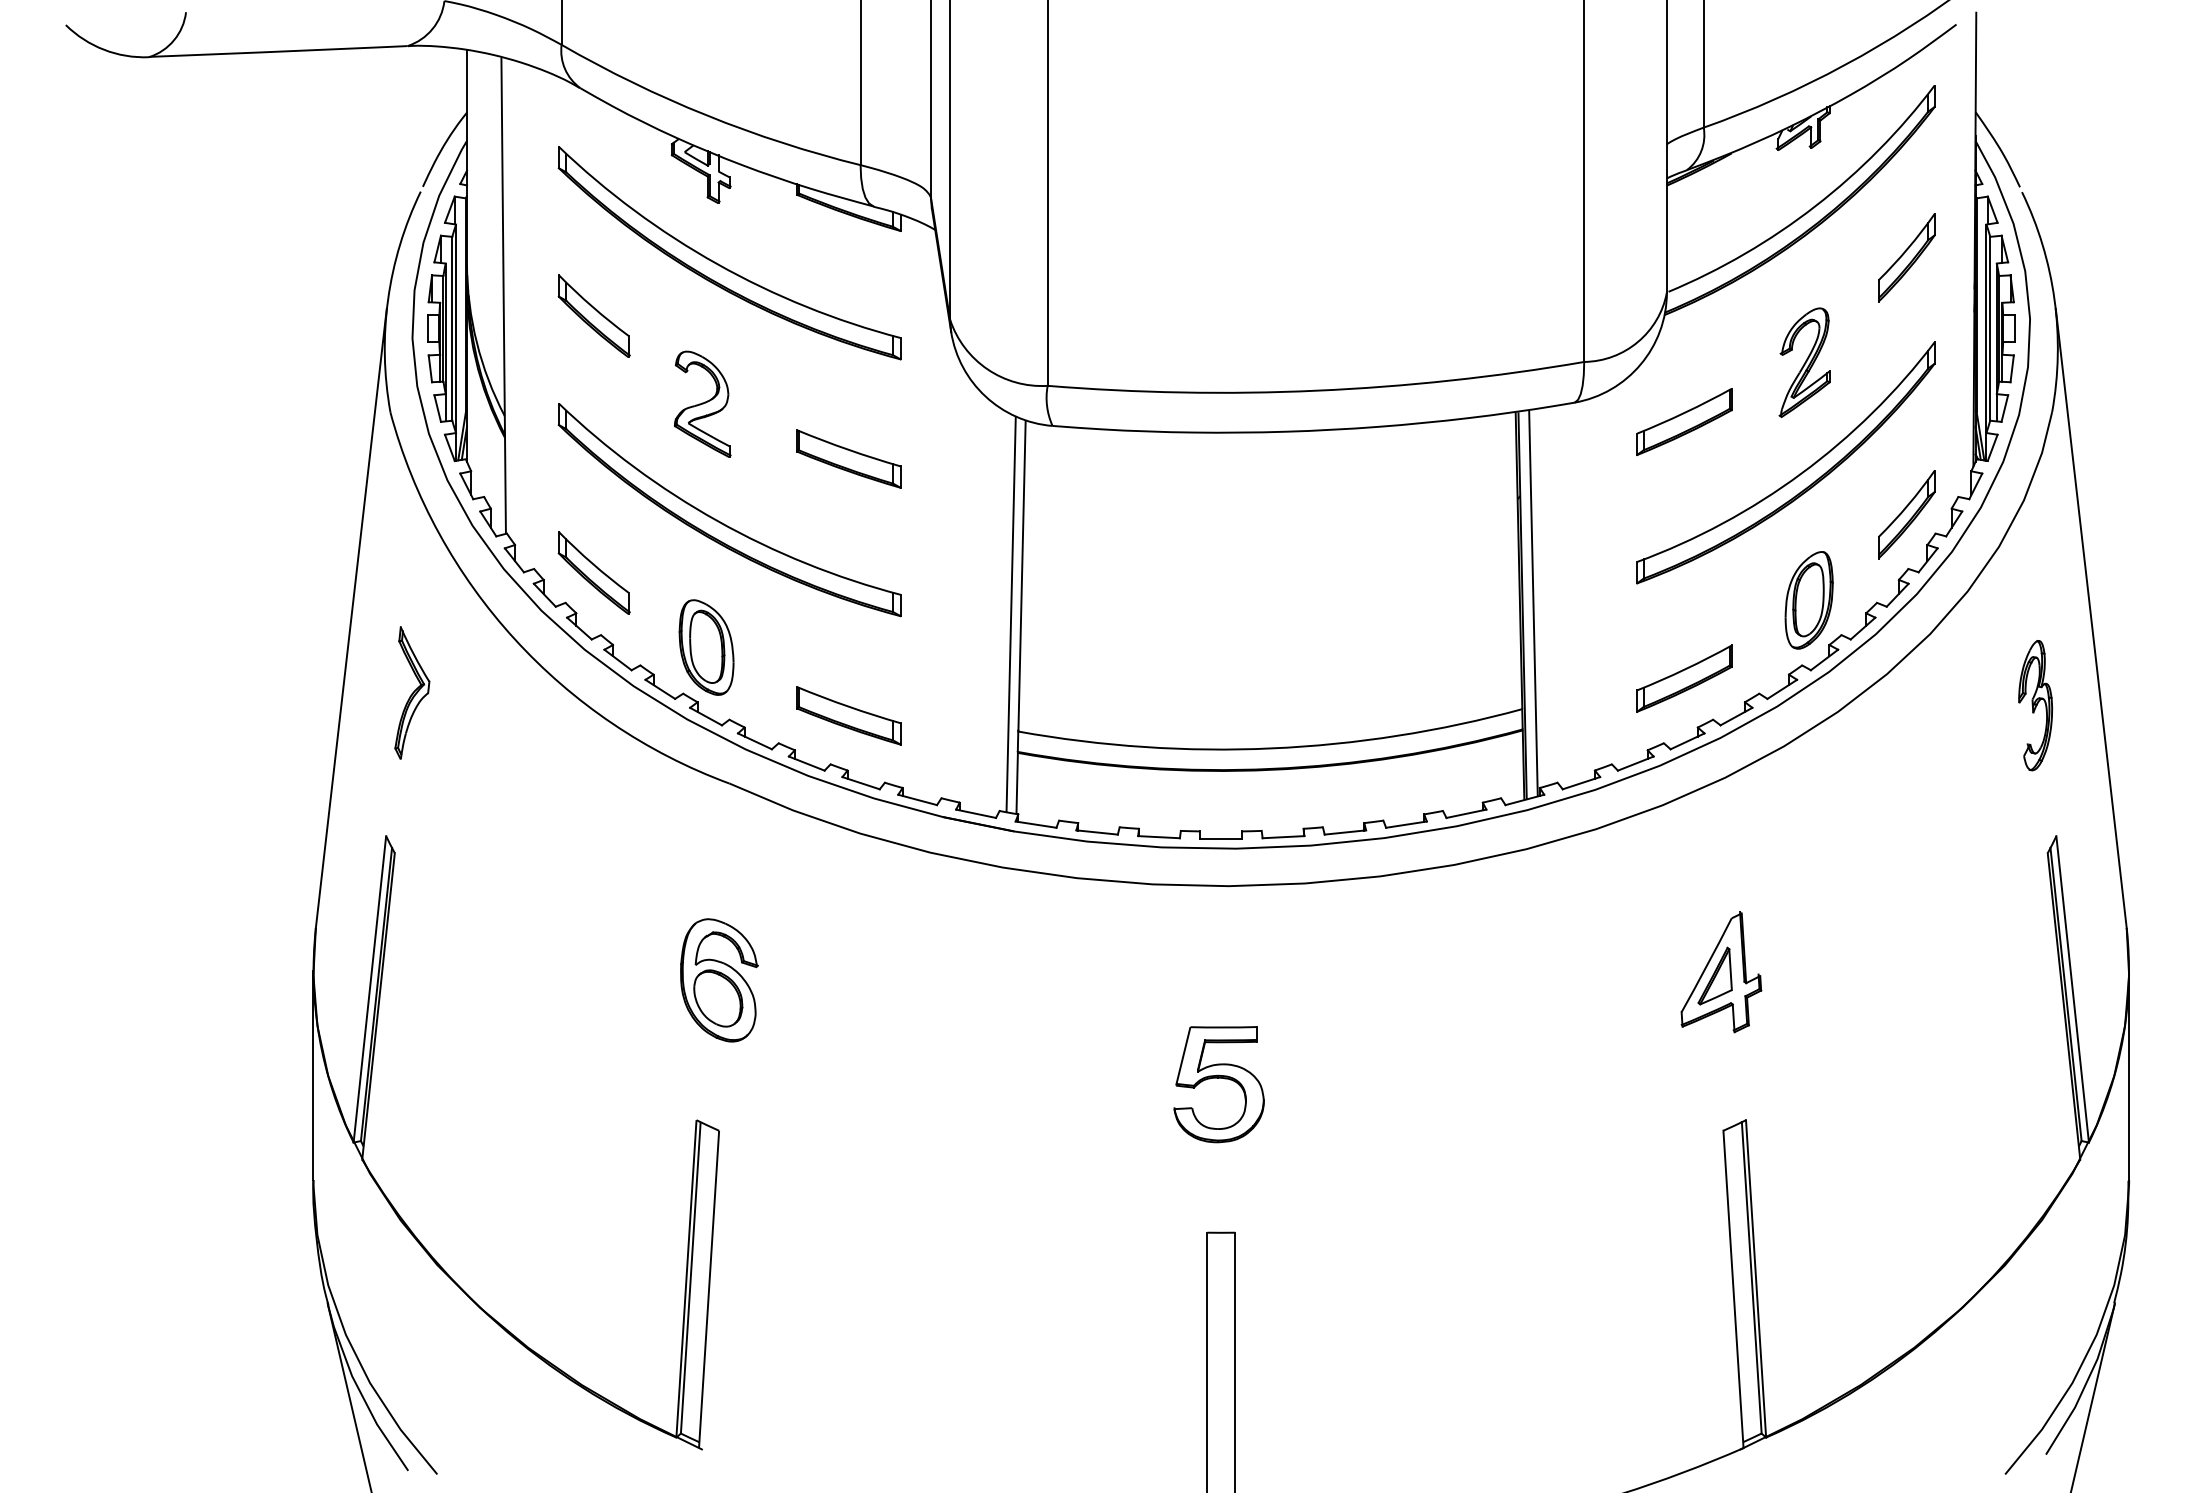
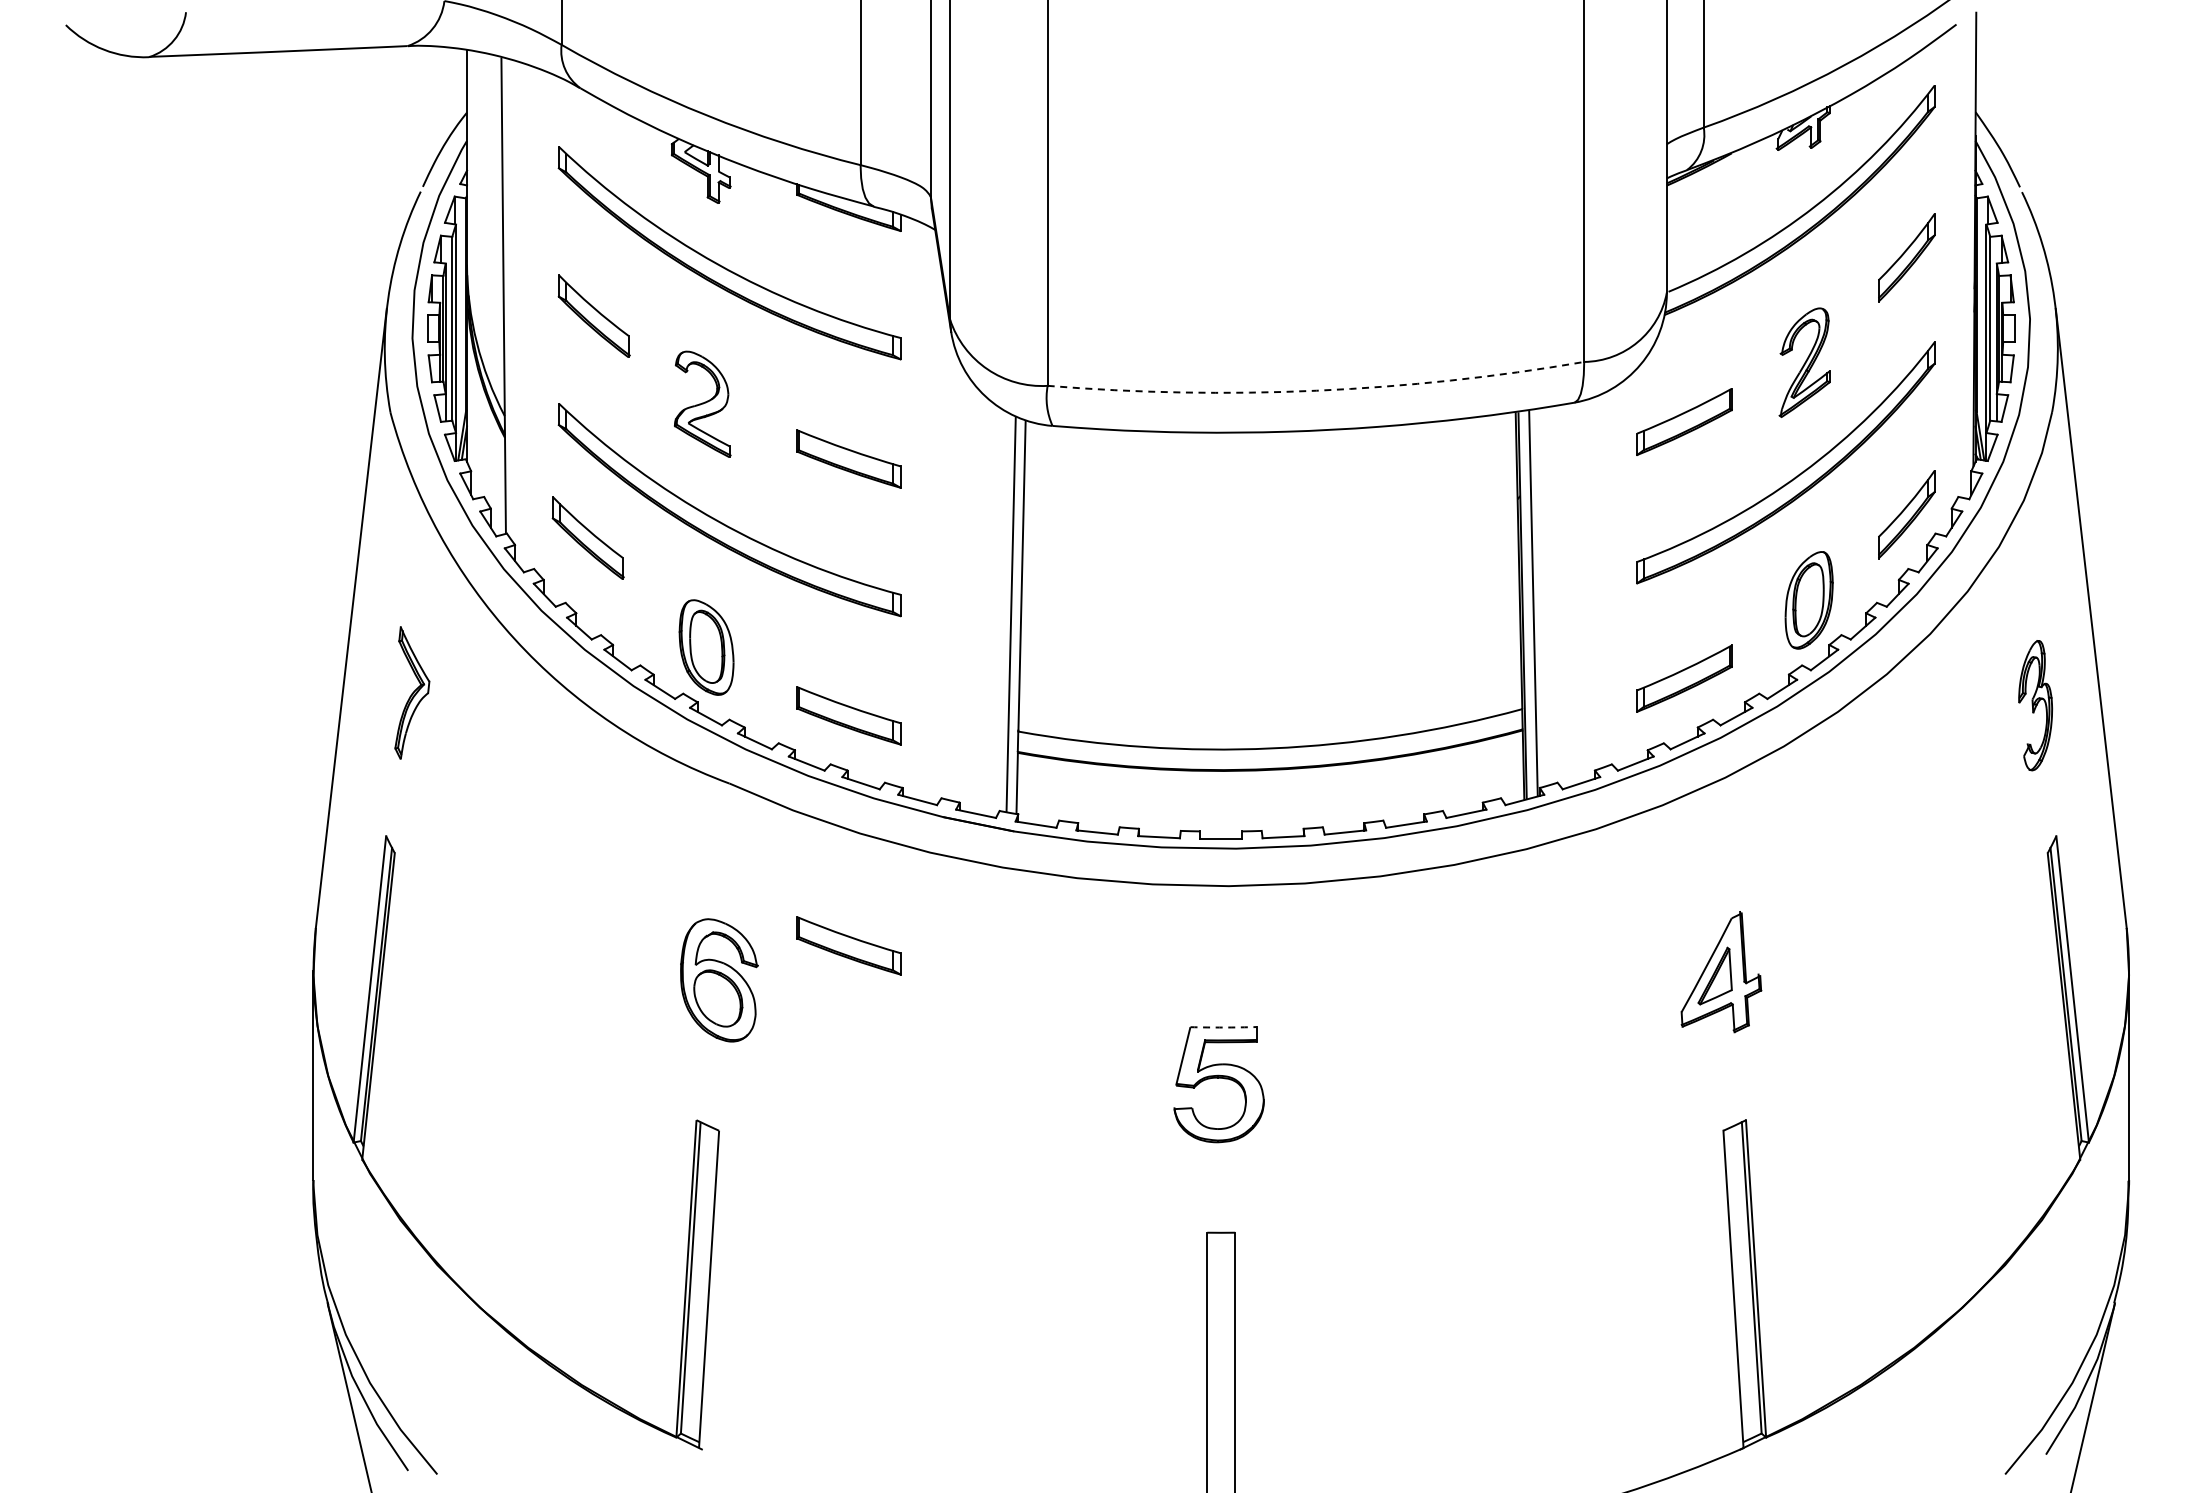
arc at (1316, 390): solid -> dashed
part at (593, 572) position: (593, 572) -> (587, 537)
part at (848, 945): none -> present
arc at (1223, 1027): solid -> dashed
